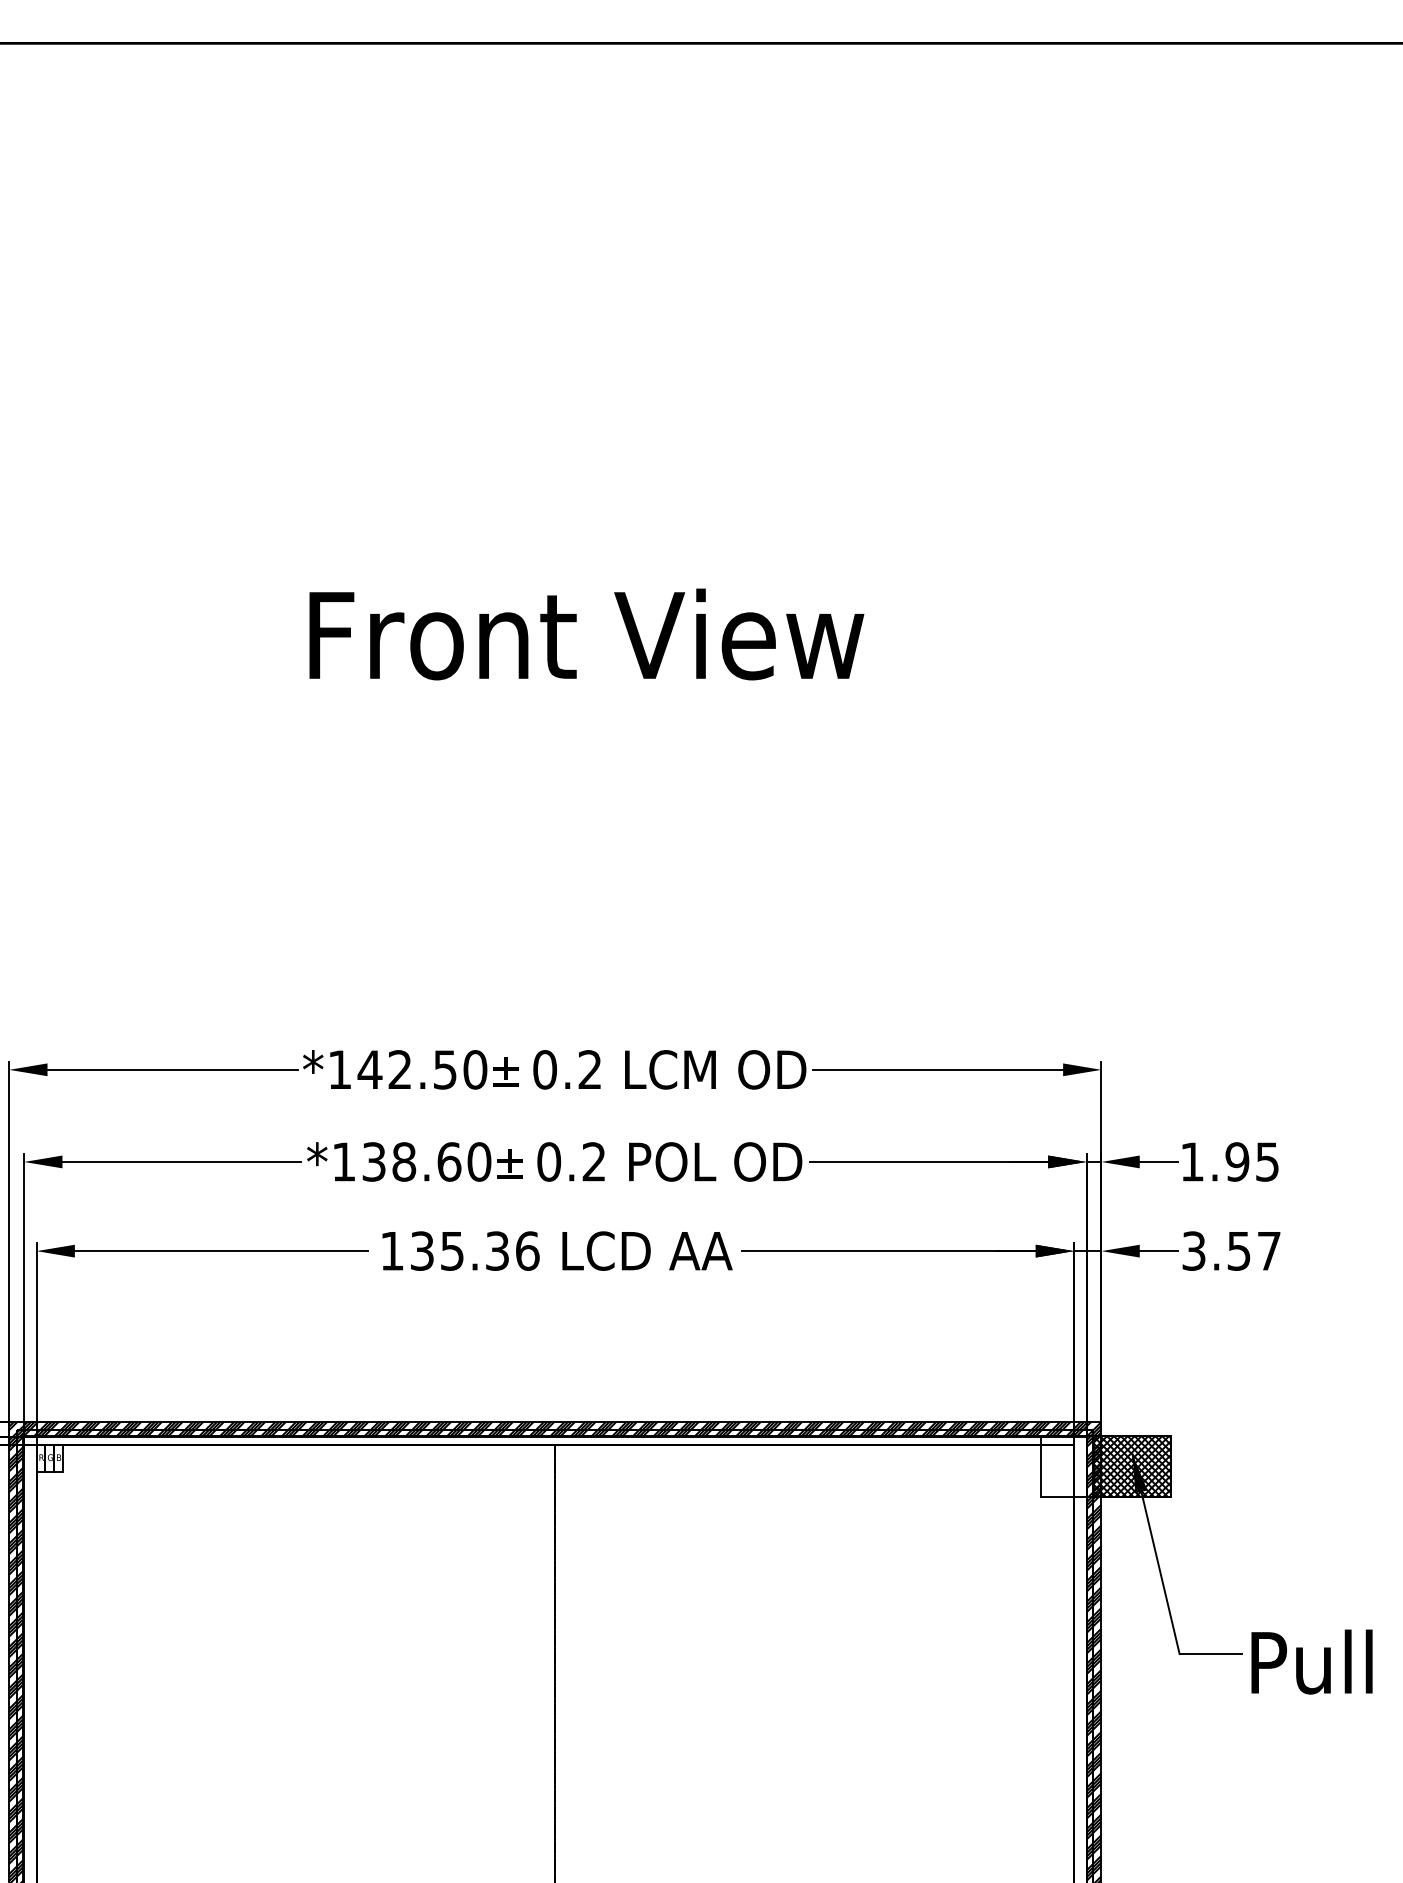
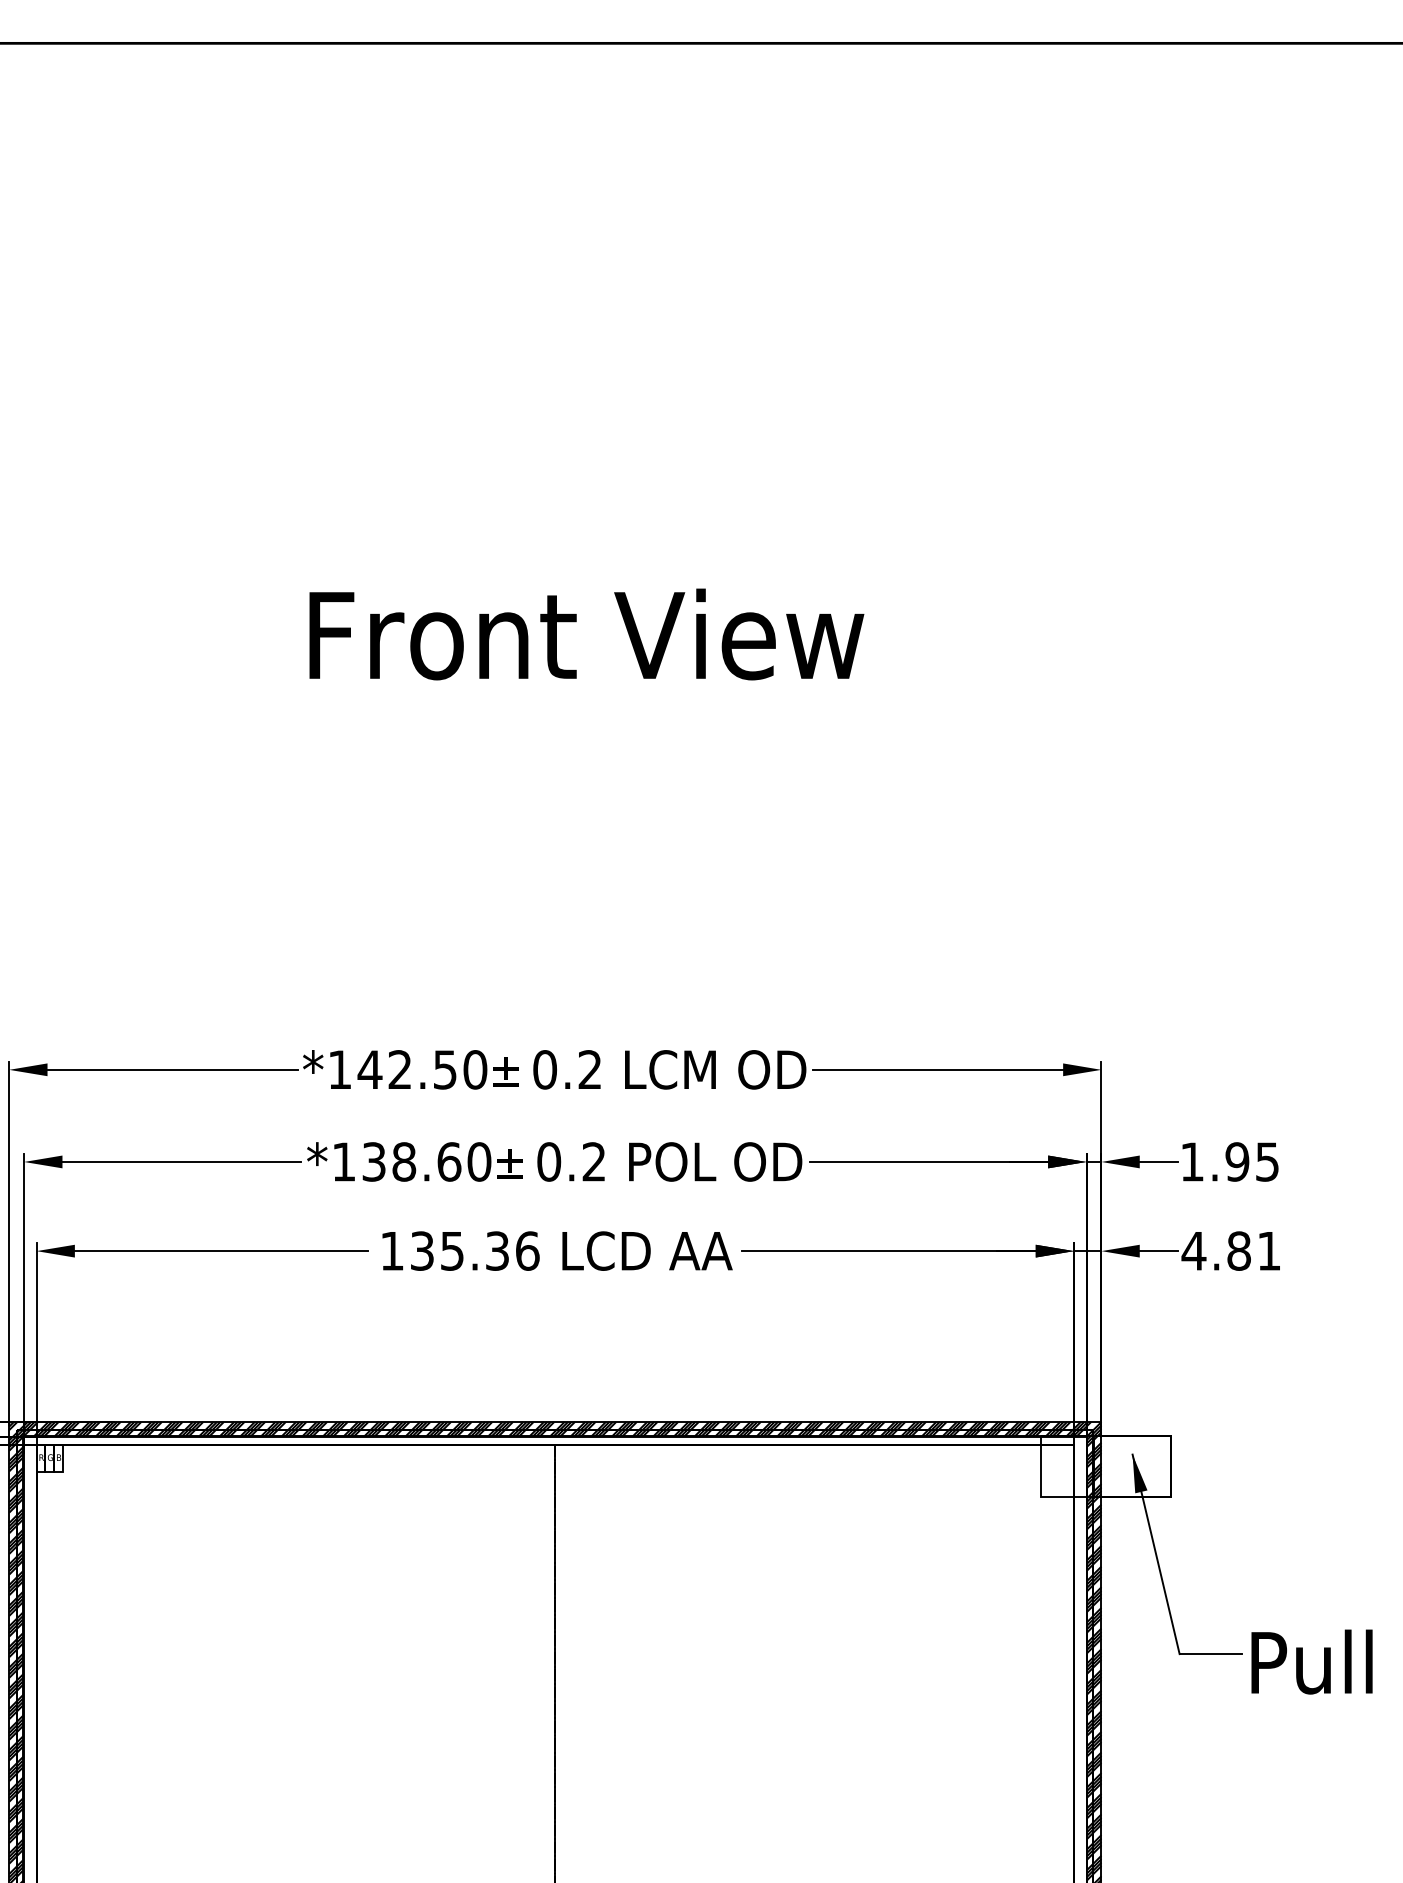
text at (1230, 1250): 3.57 -> 4.81
hatch at (1132, 1466): present -> none
